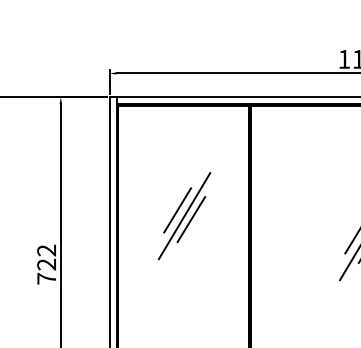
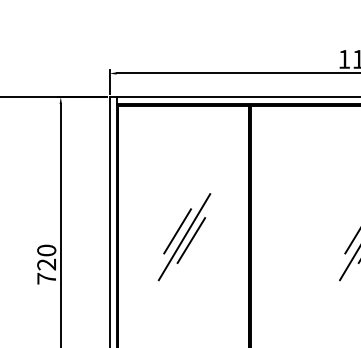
part at (184, 216) position: (184, 216) -> (184, 237)
text at (46, 250): 722 -> 720
